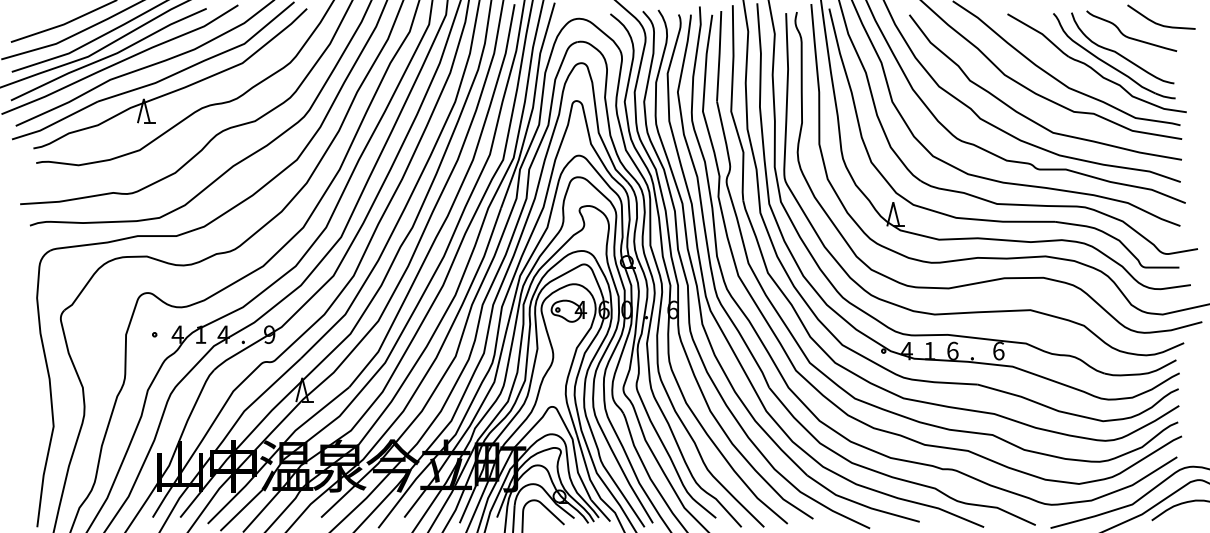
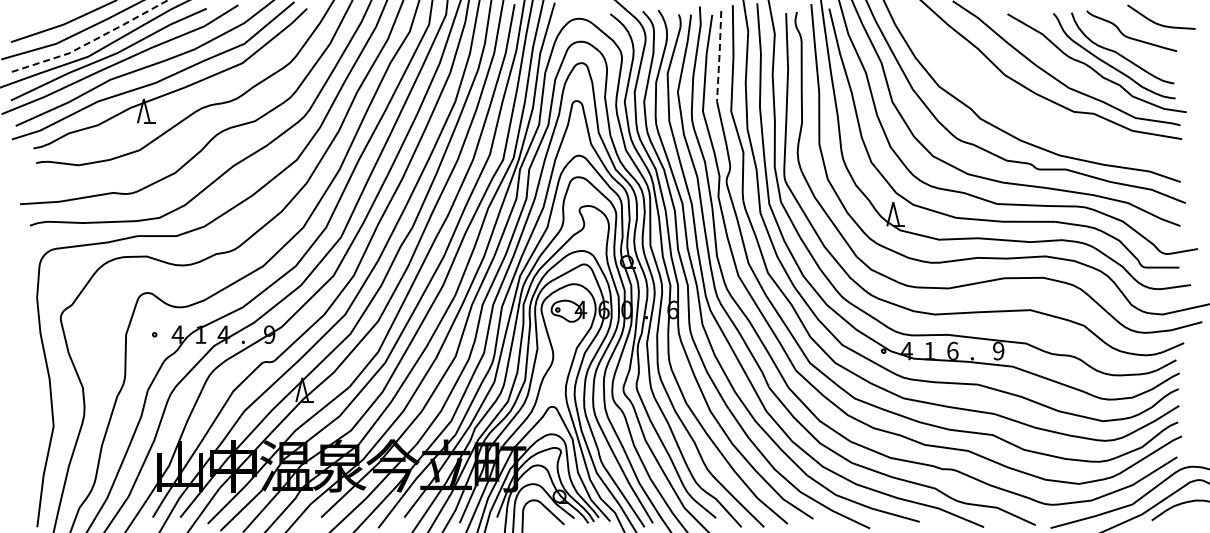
line at (92, 41): solid -> dashed
line at (719, 56): solid -> dashed
curve at (1025, 115): present -> none
text at (998, 350): 6 -> 9
